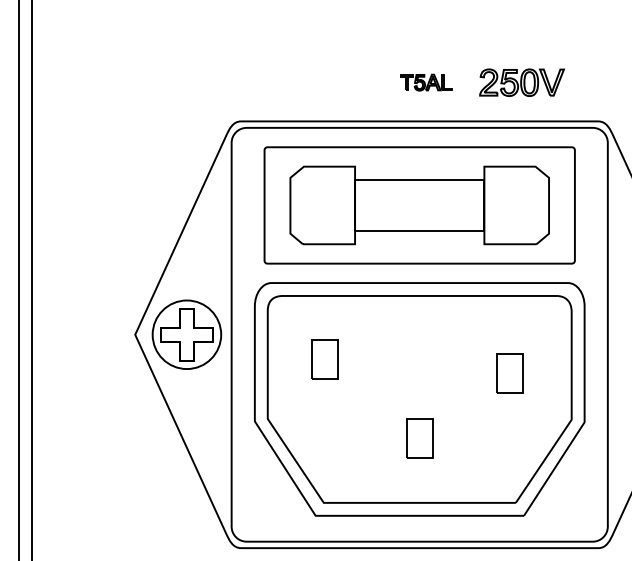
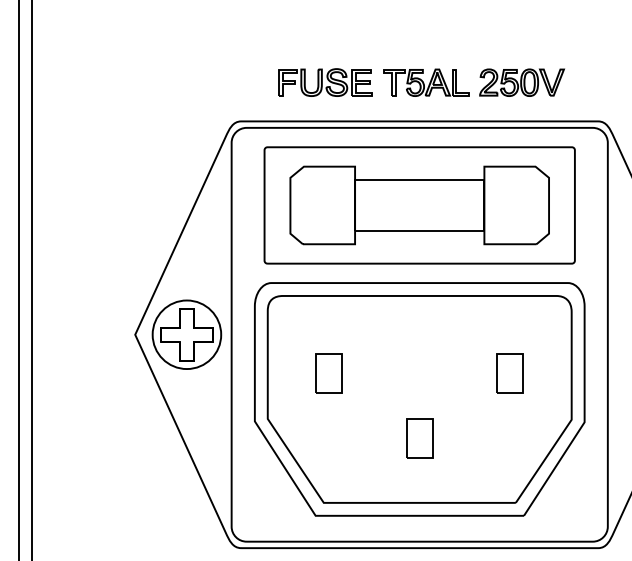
part at (325, 82): none -> present
part at (426, 82) size: 53x19 px -> 87x29 px
part at (324, 359) position: (324, 359) -> (328, 373)
